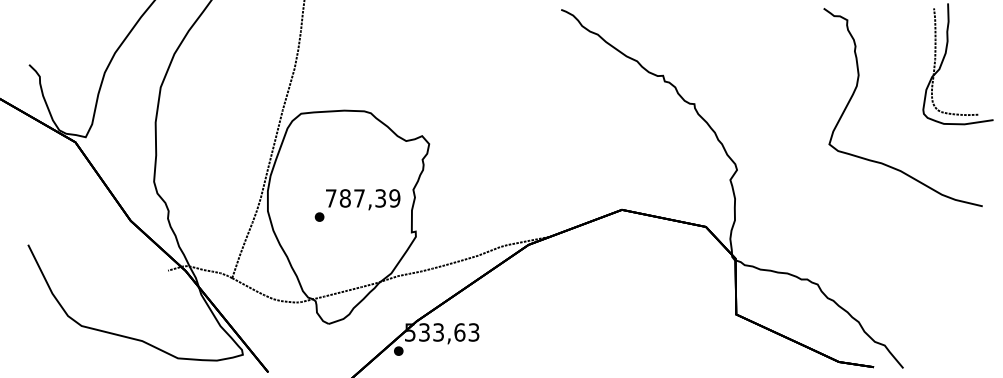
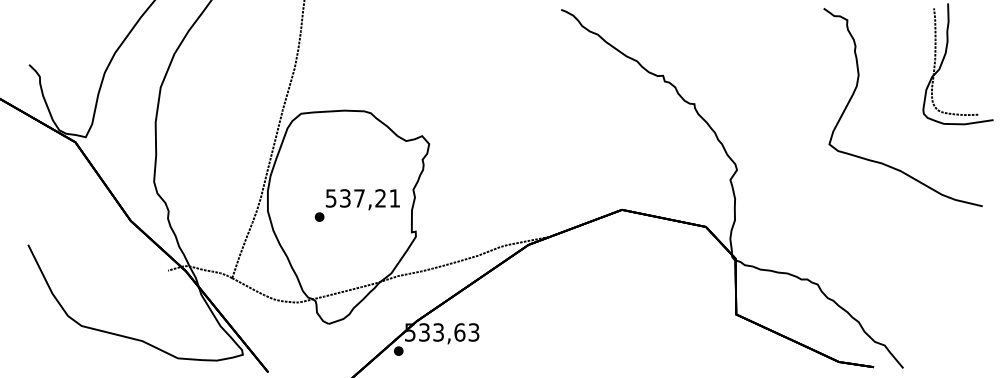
text at (362, 198): 787,39 -> 537,21
